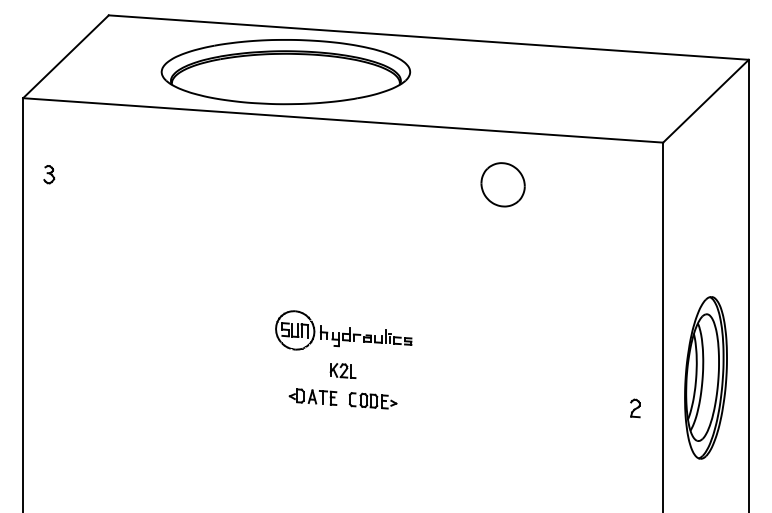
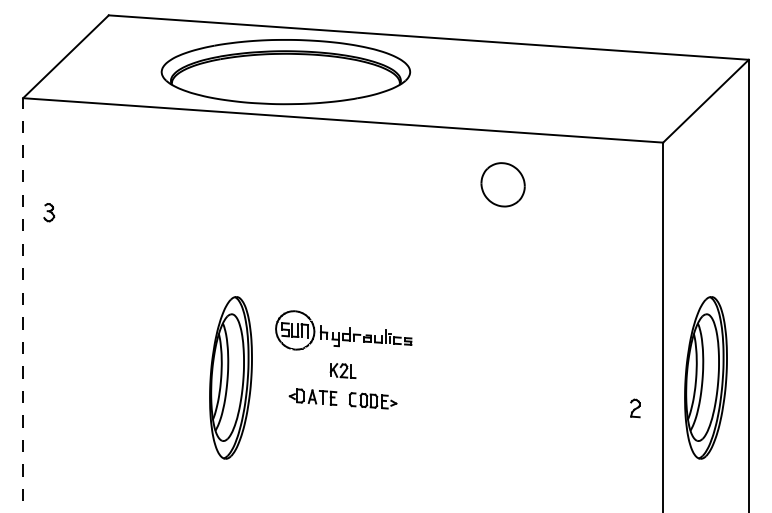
part at (49, 174) position: (49, 174) -> (49, 212)
line at (23, 305): solid -> dashed
part at (230, 377): none -> present
